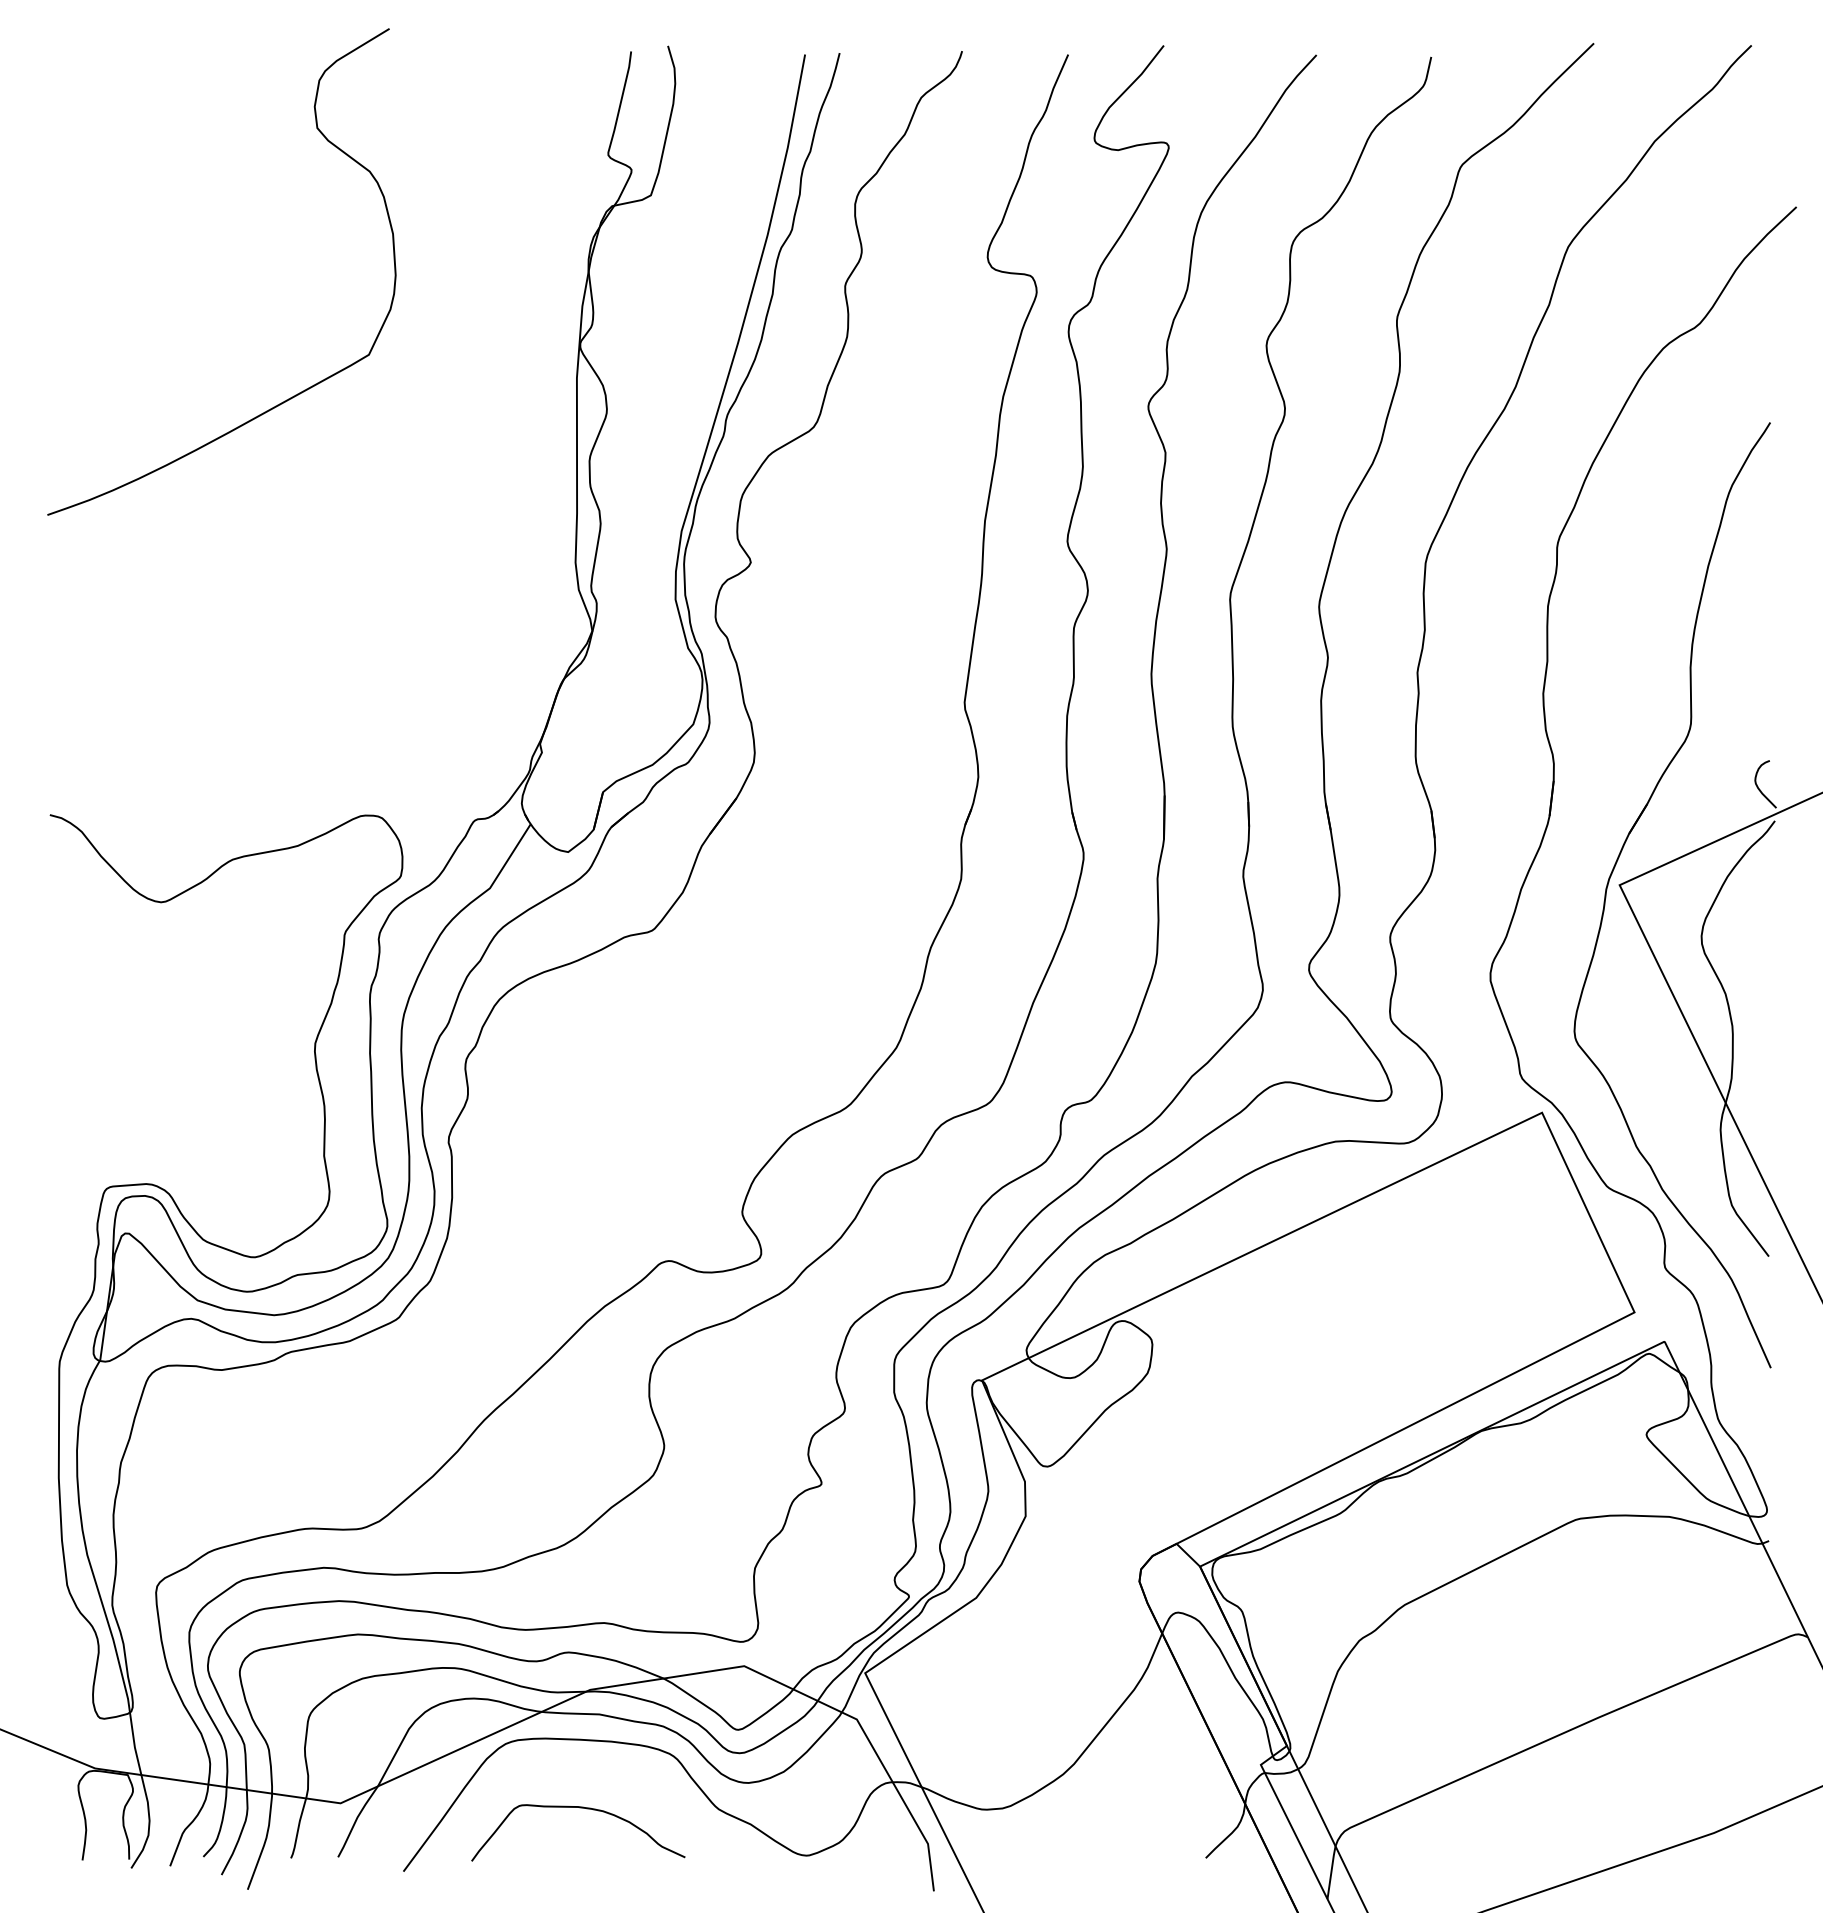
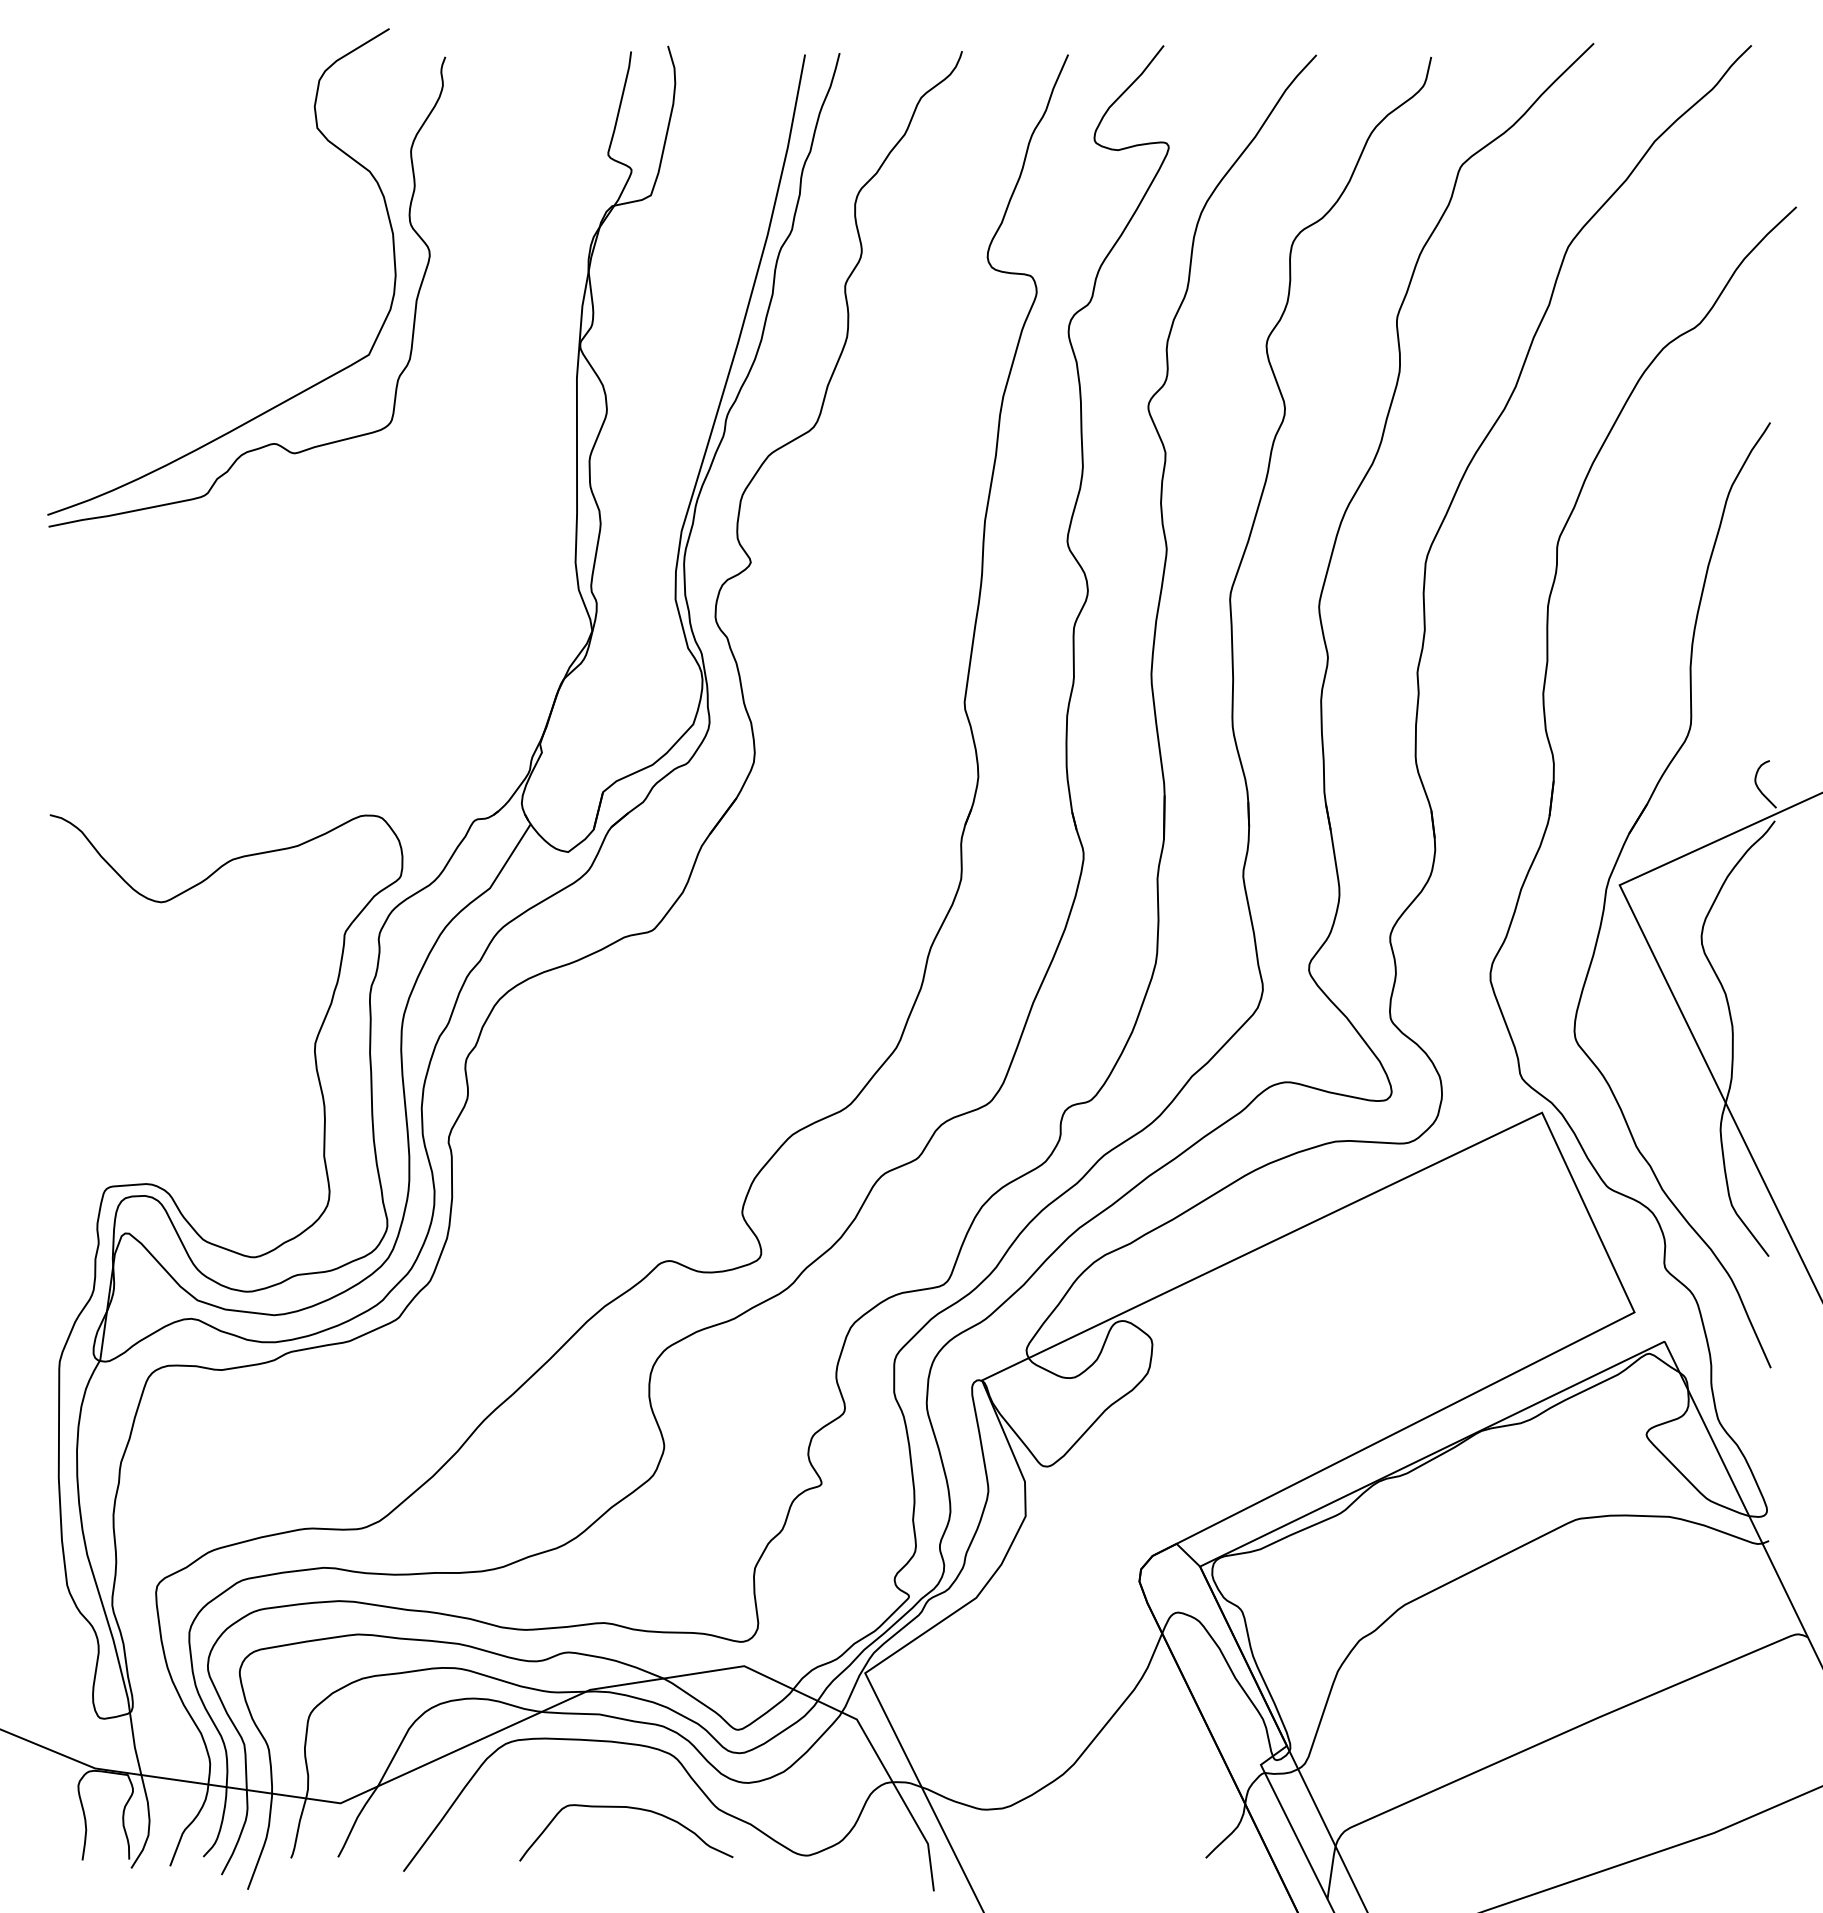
curve at (269, 443): none -> present
curve at (579, 1808) position: (579, 1808) -> (627, 1808)
